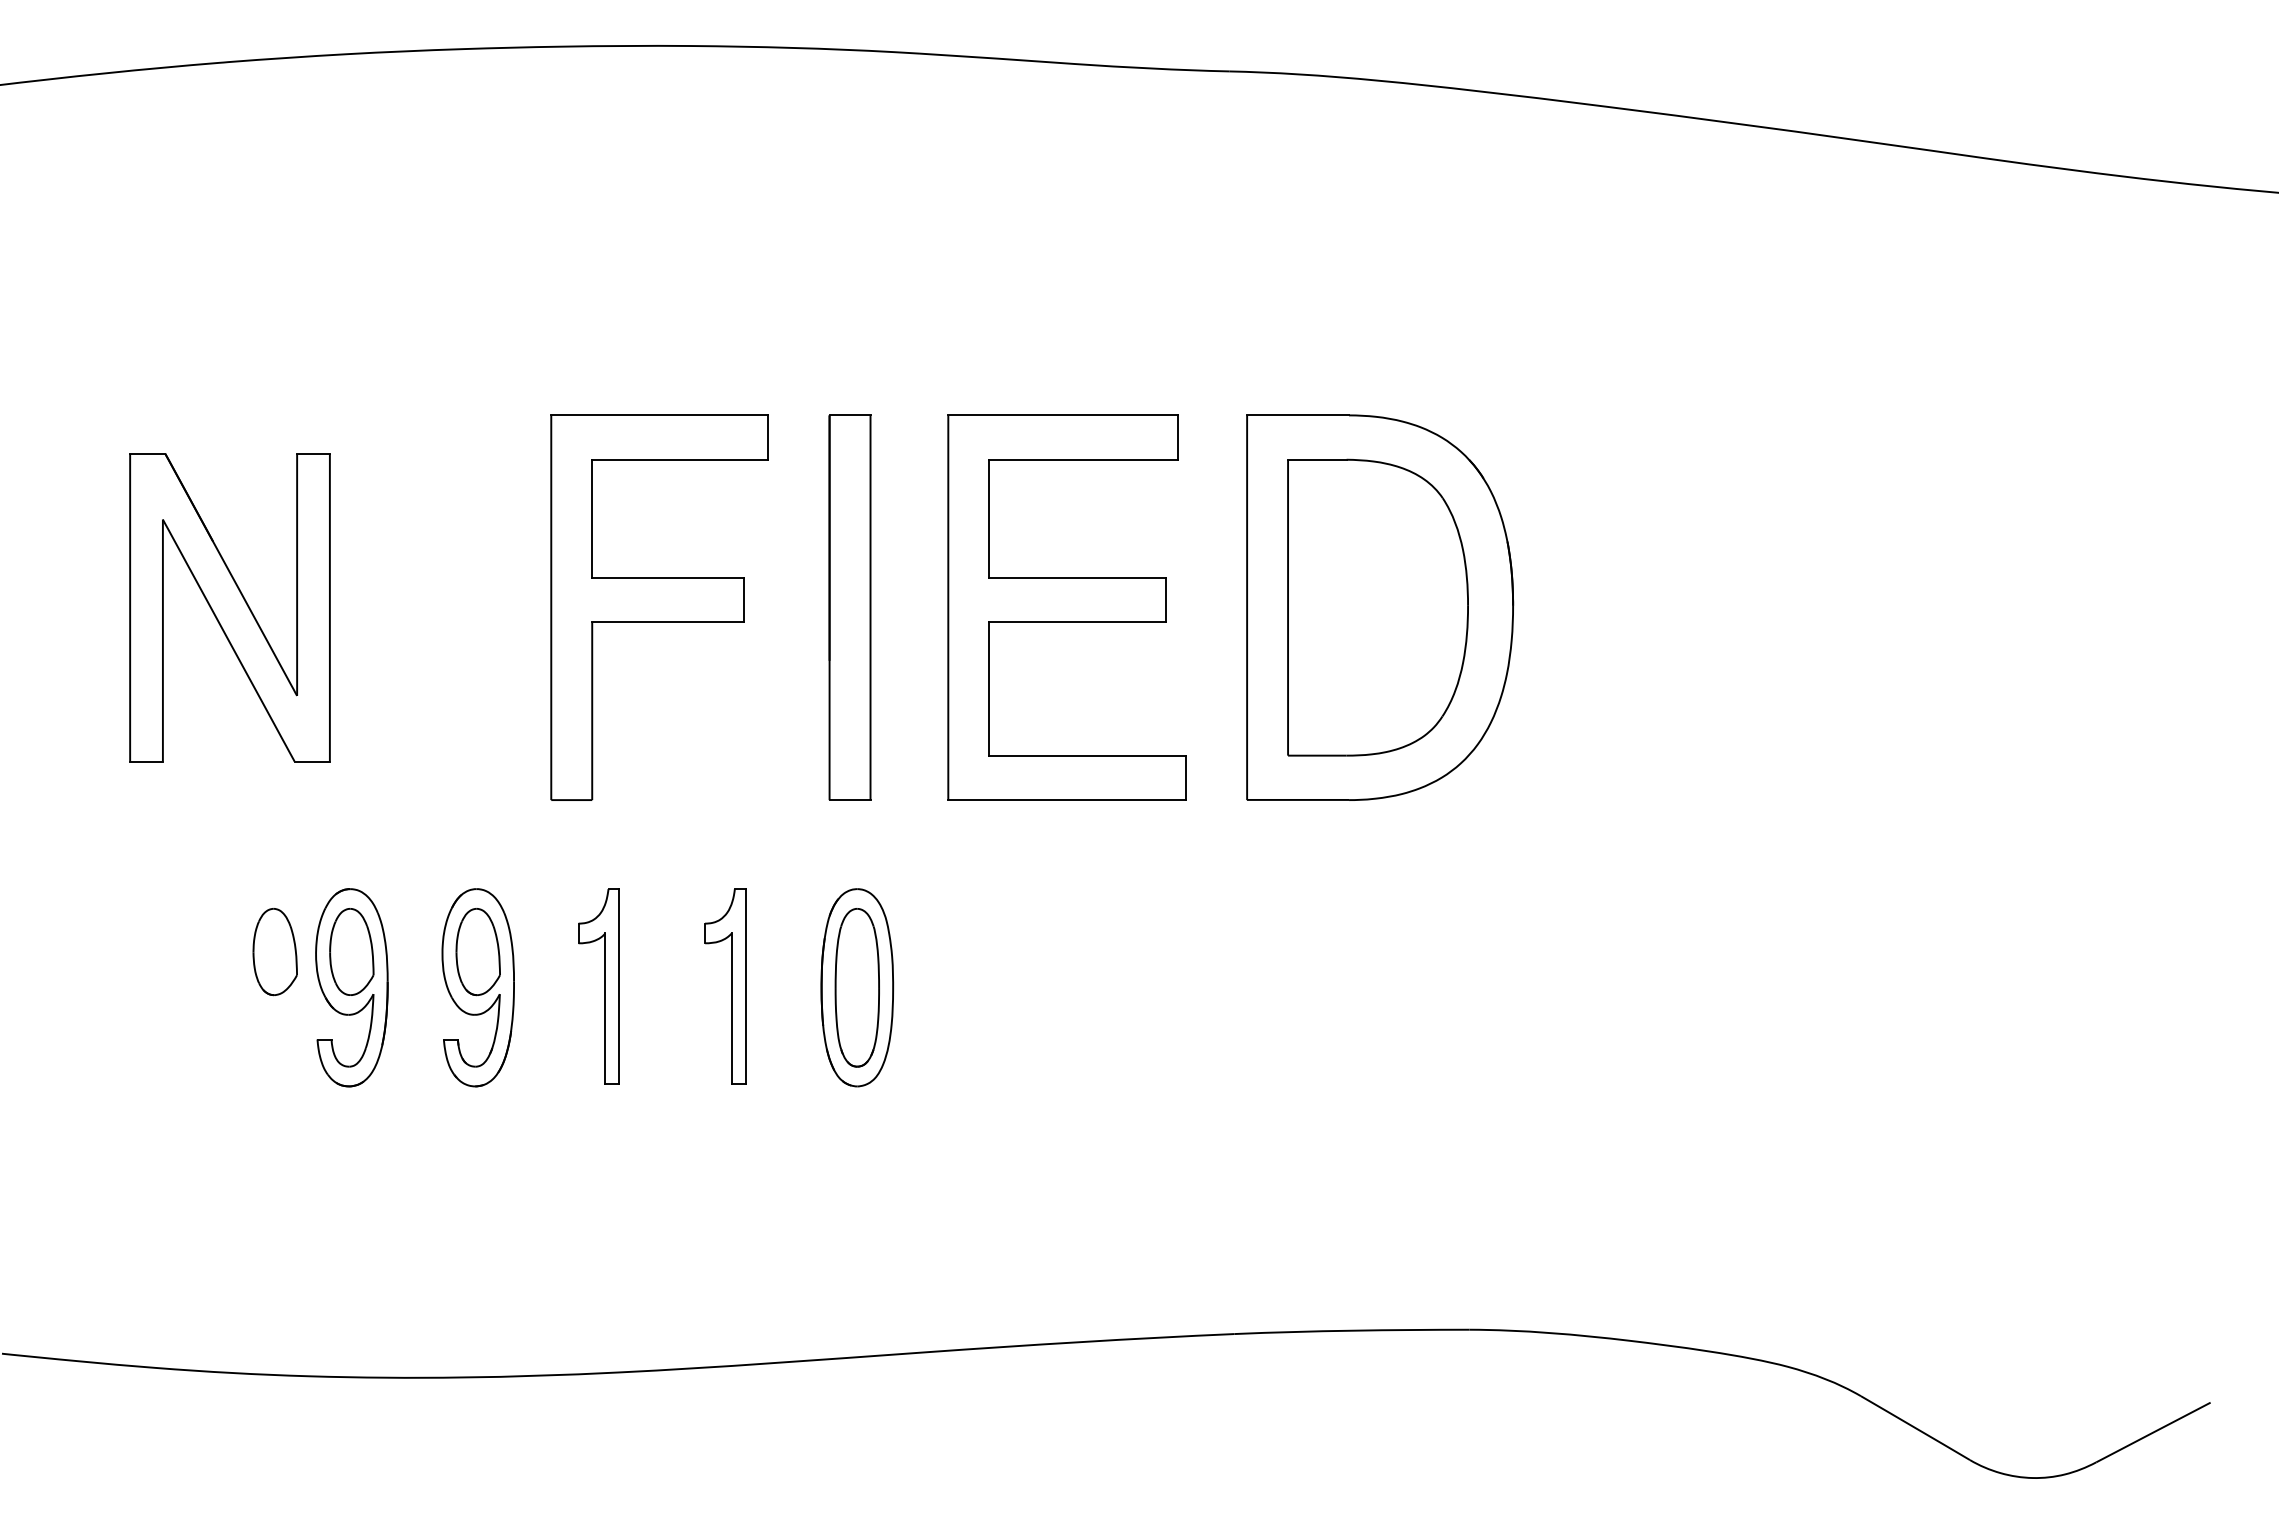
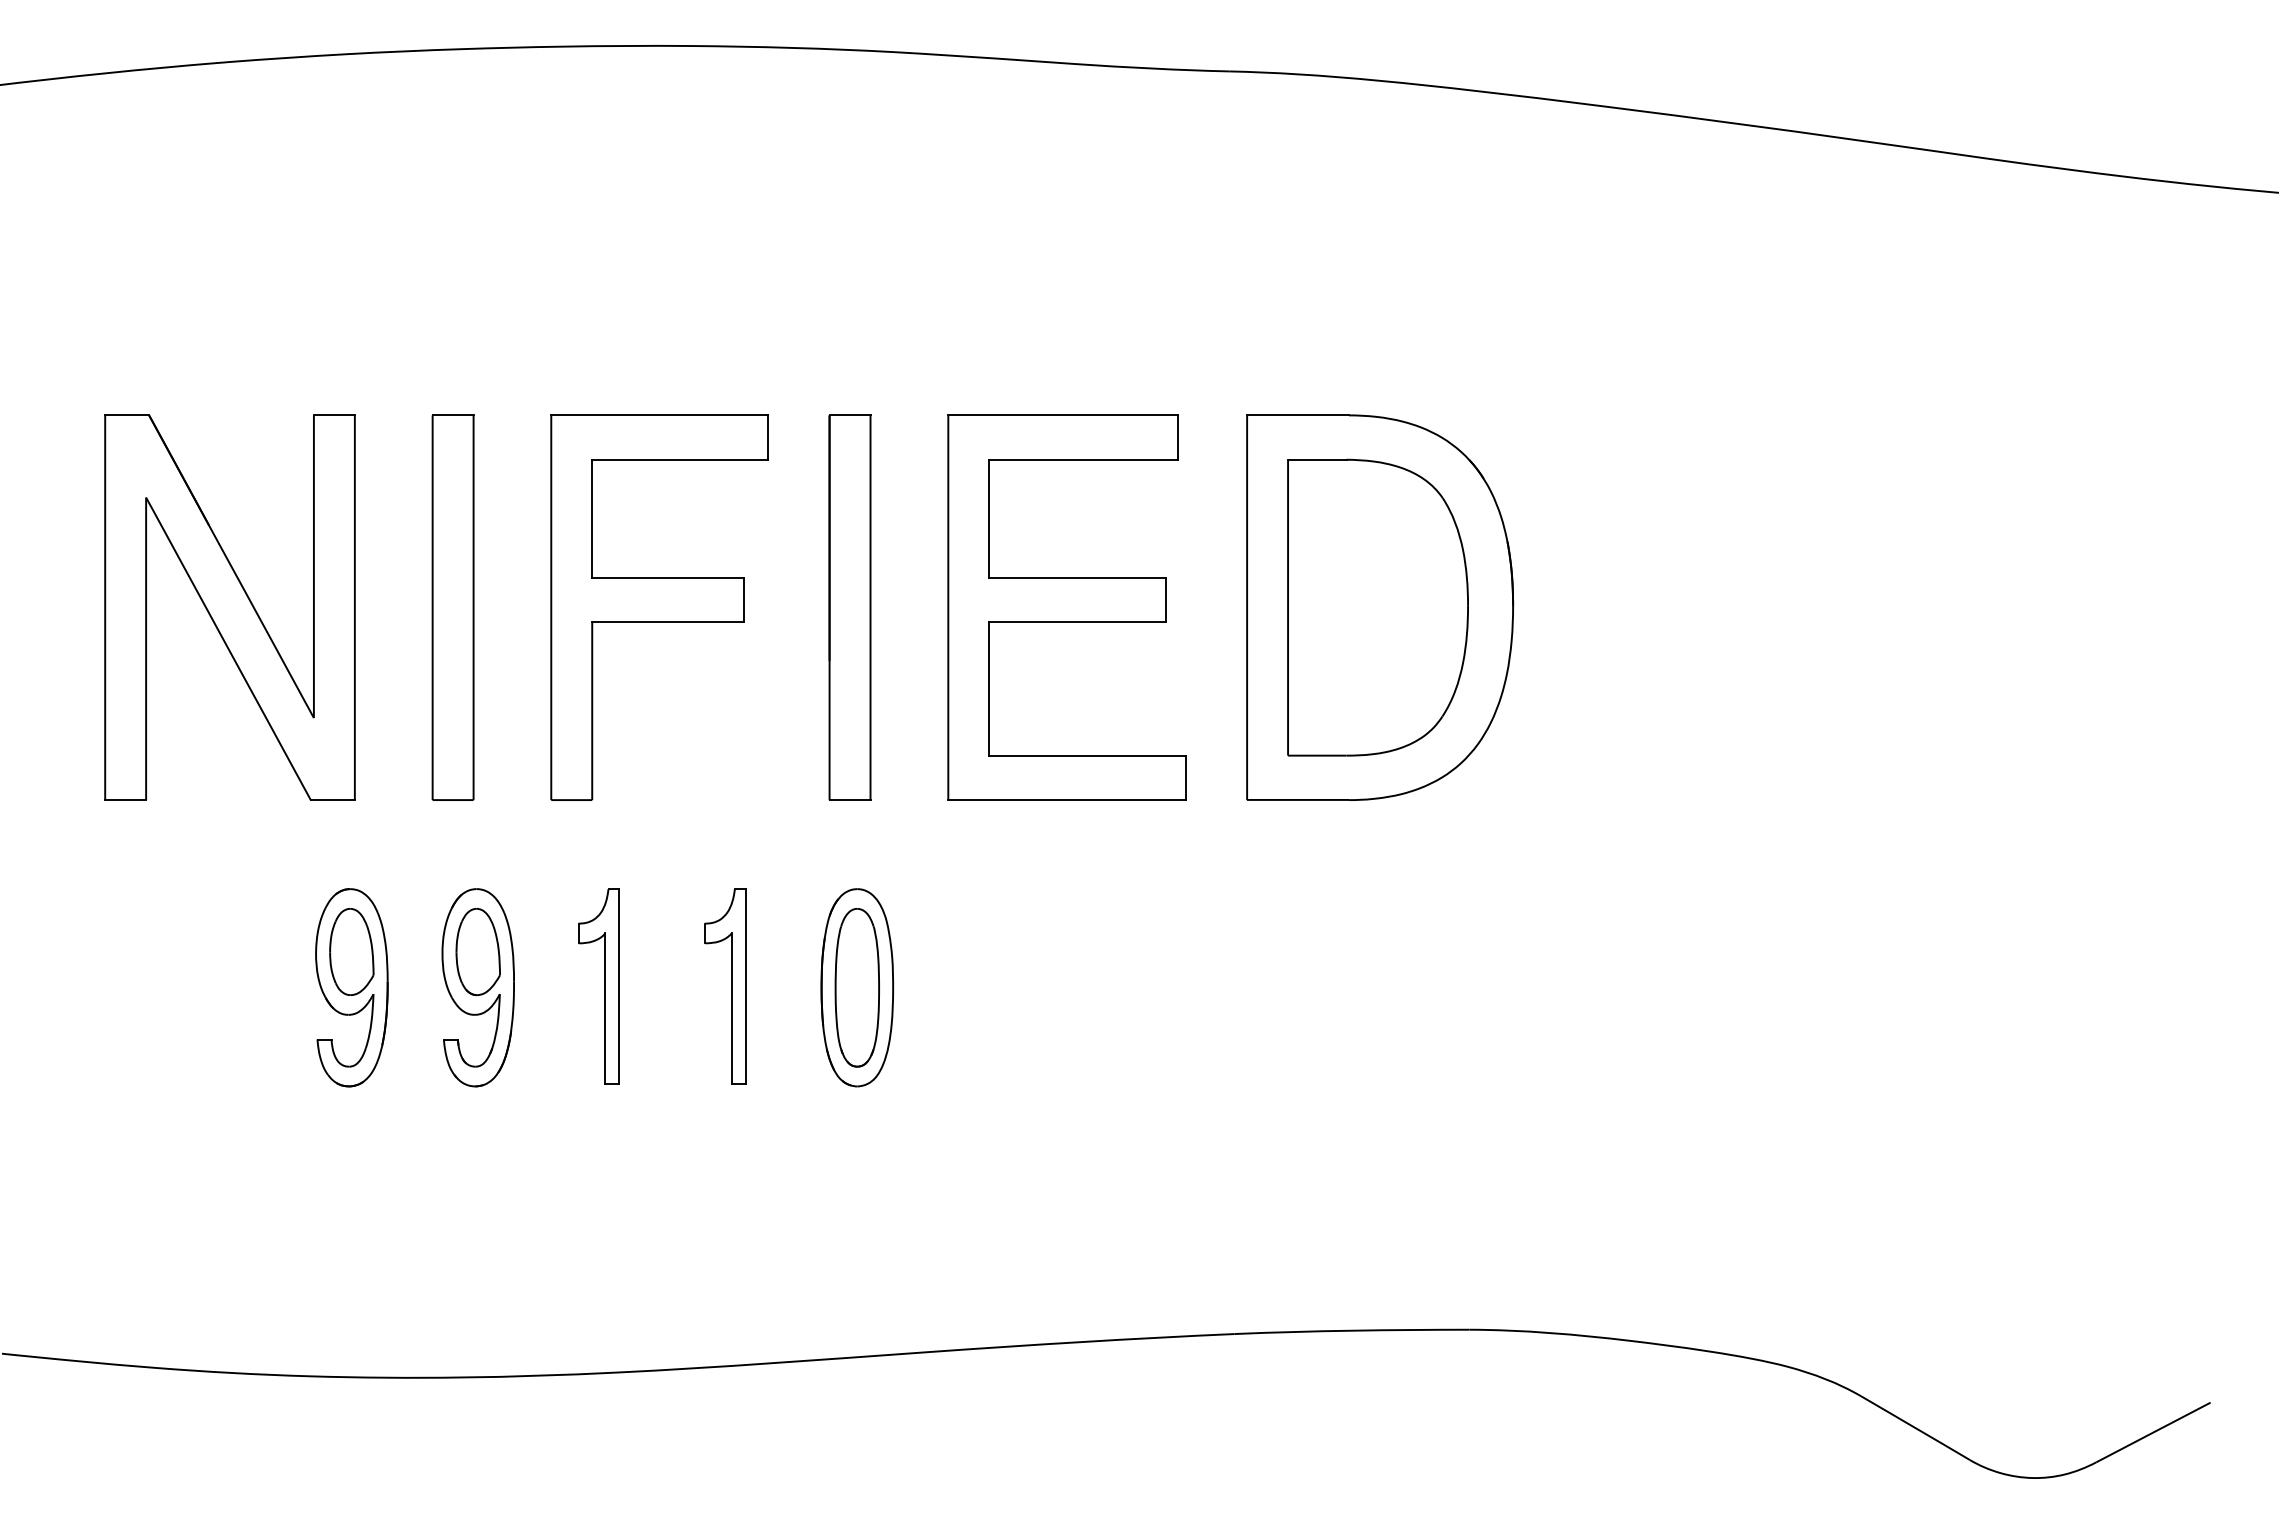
part at (229, 607) size: 202x310 px -> 252x387 px
part at (452, 607): none -> present
part at (274, 952): present -> none
